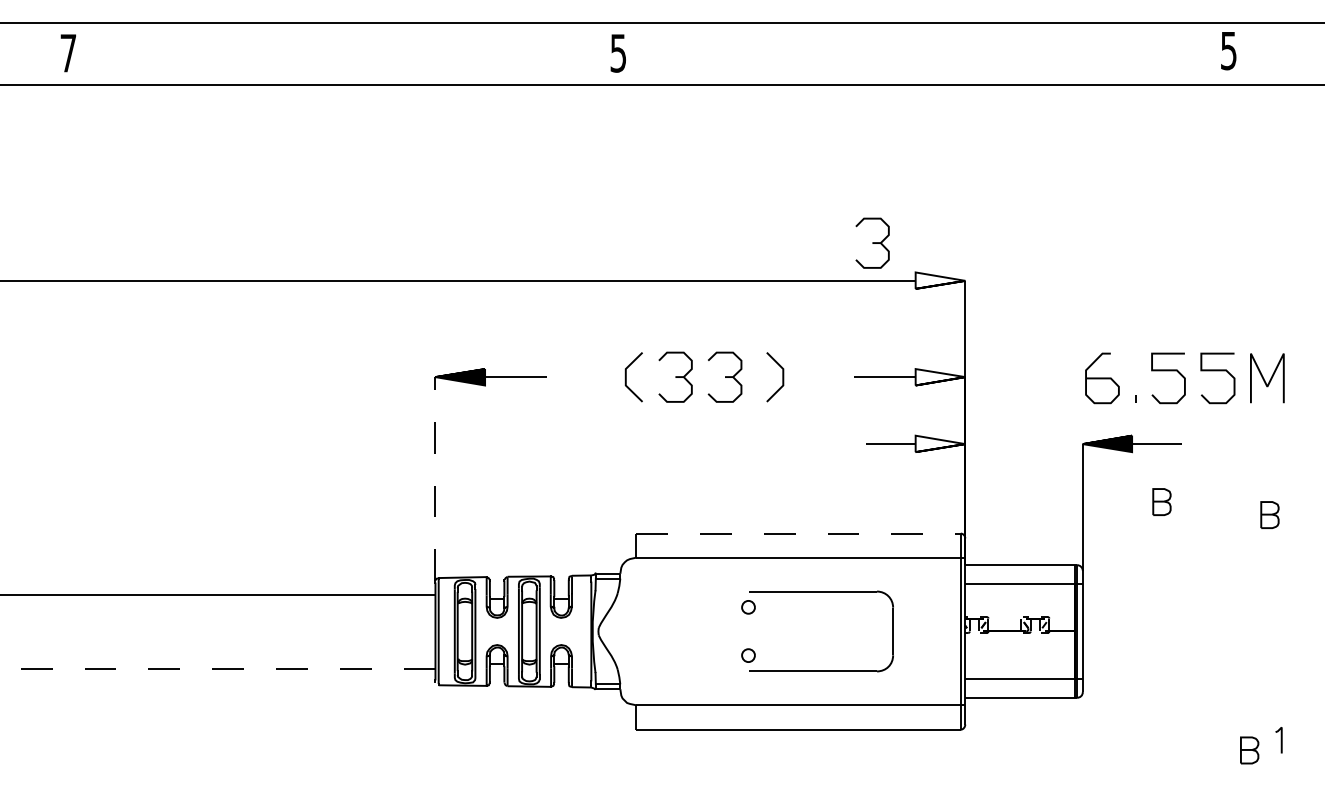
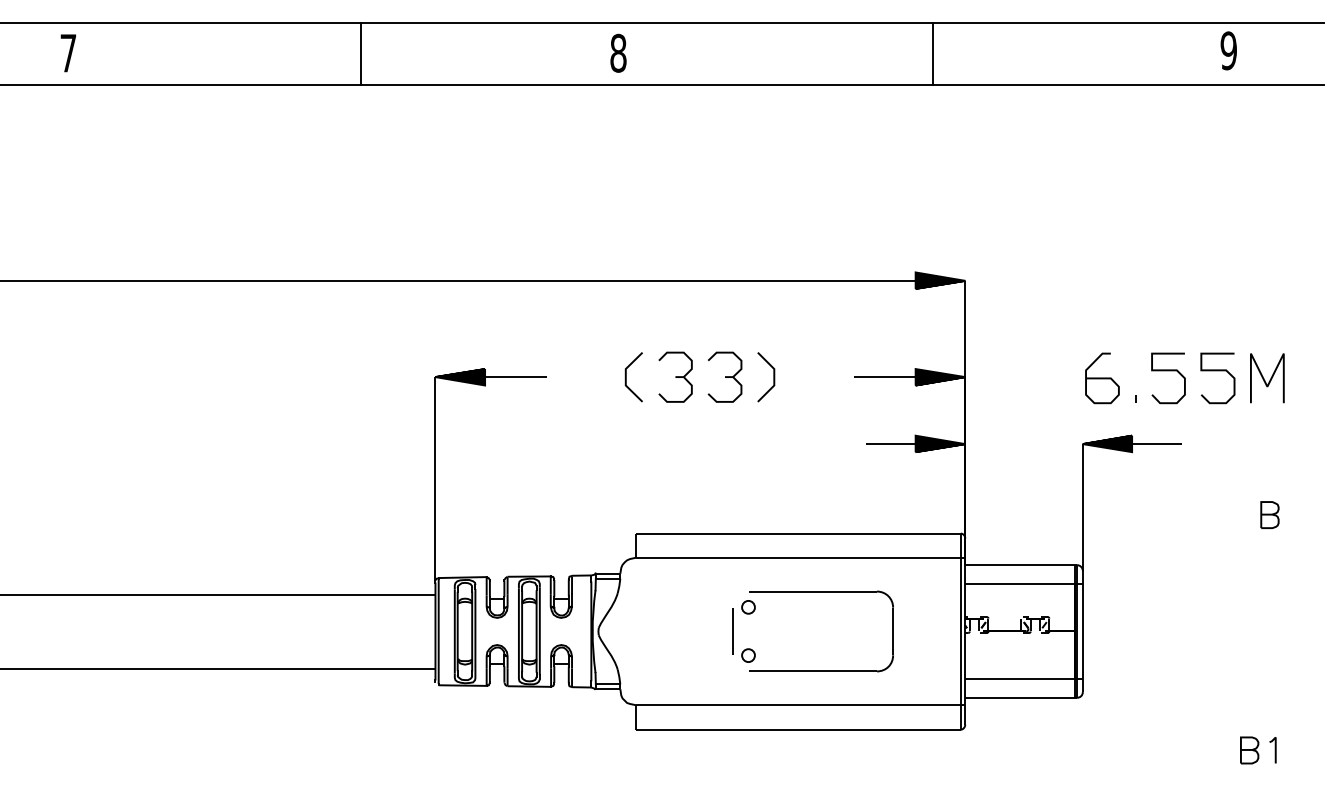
text at (1228, 50): 5 -> 9
text at (618, 52): 5 -> 8
line at (360, 53): none -> present
line at (932, 53): none -> present
part at (872, 242): present -> none
fill at (940, 280): none -> present
line at (782, 377) position: (782, 377) -> (773, 377)
fill at (940, 377): none -> present
fill at (940, 443): none -> present
line at (435, 478): dashed -> solid
part at (1161, 501): present -> none
line at (798, 533): dashed -> solid
line at (732, 631): none -> present
line at (217, 668): dashed -> solid
line at (1280, 740) position: (1280, 740) -> (1274, 750)
